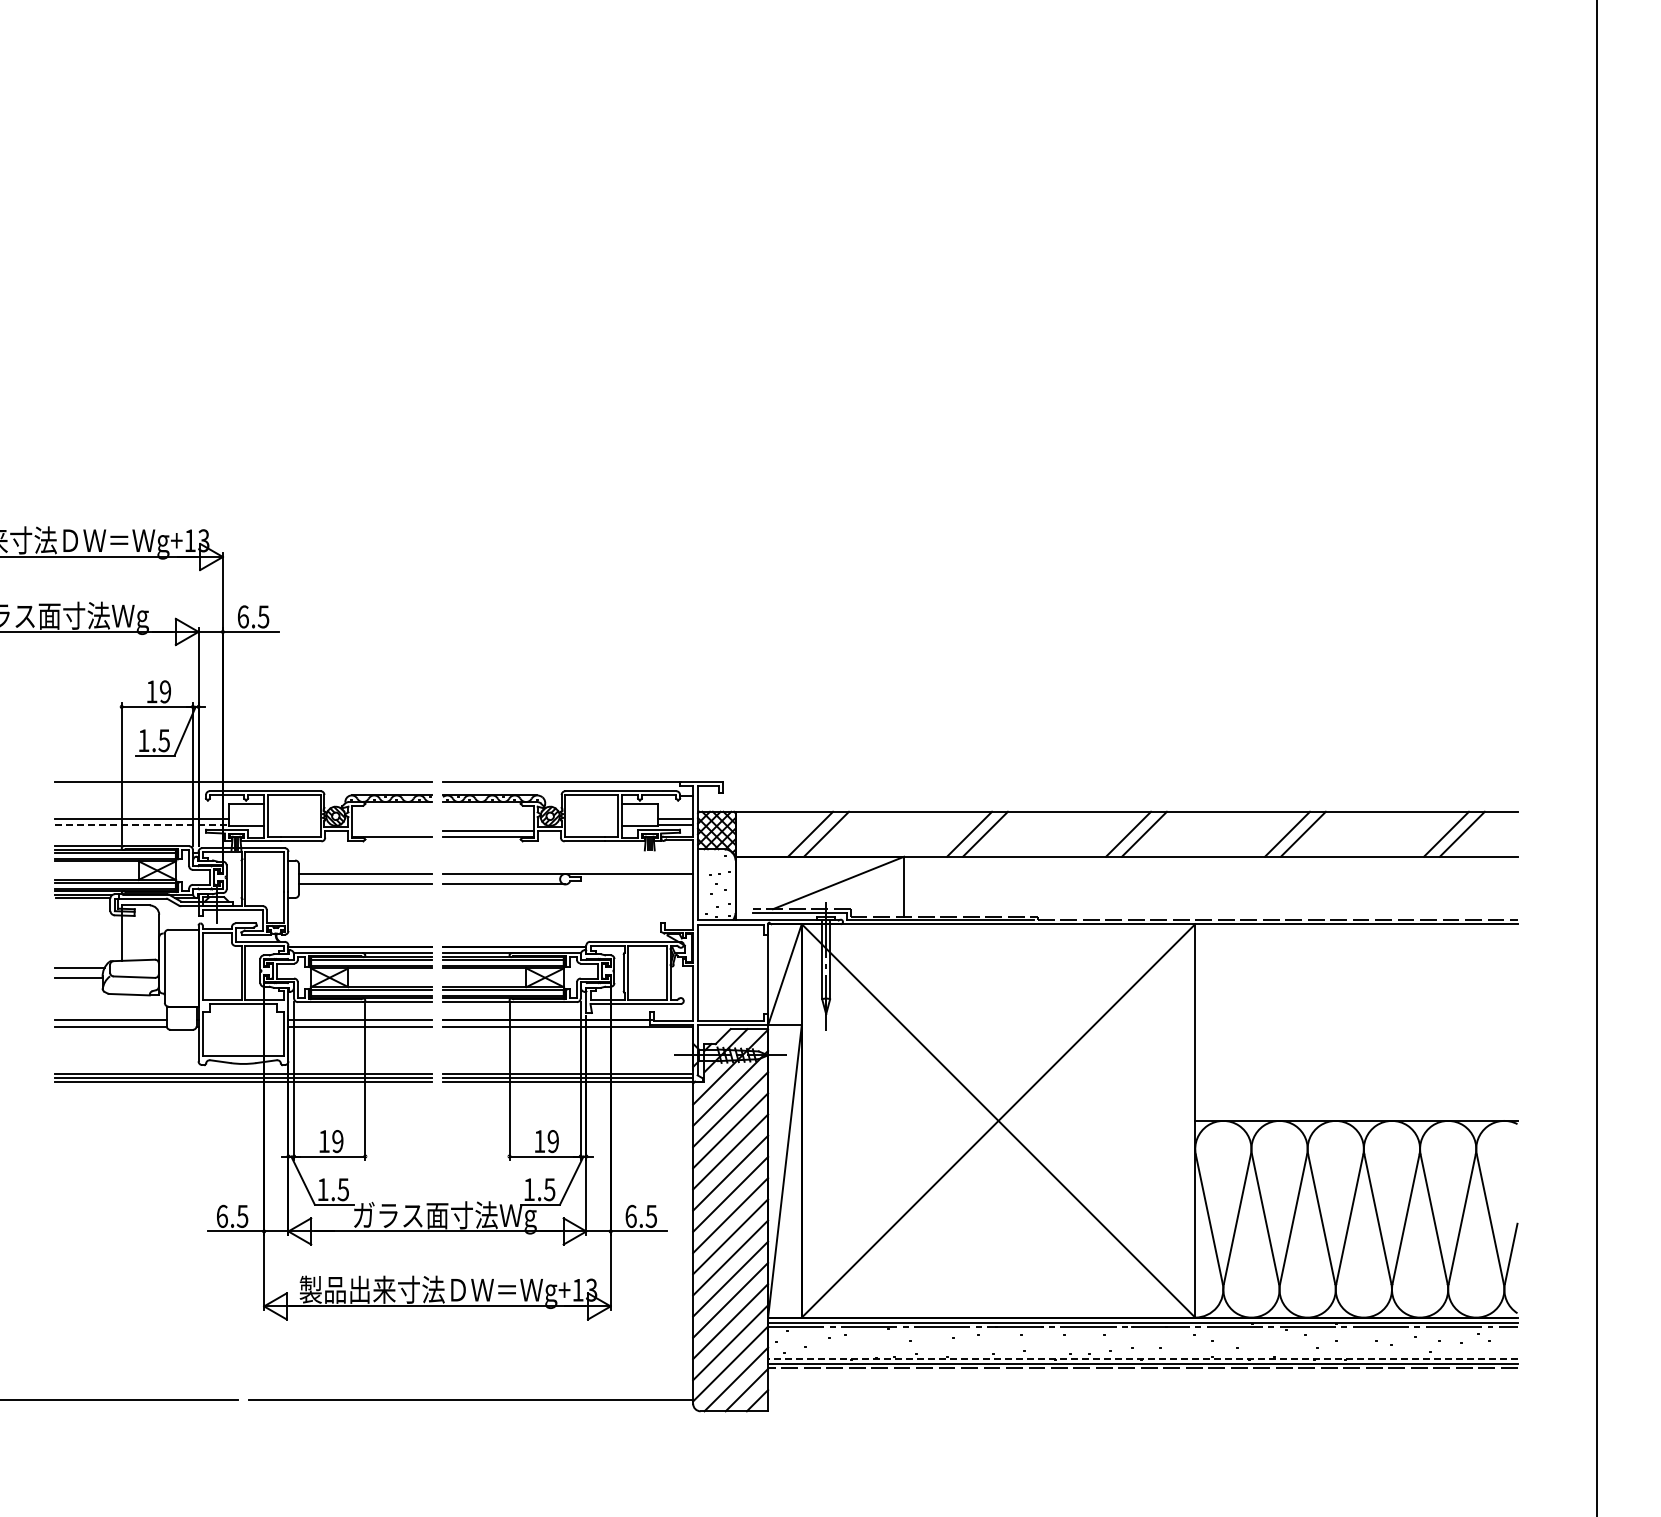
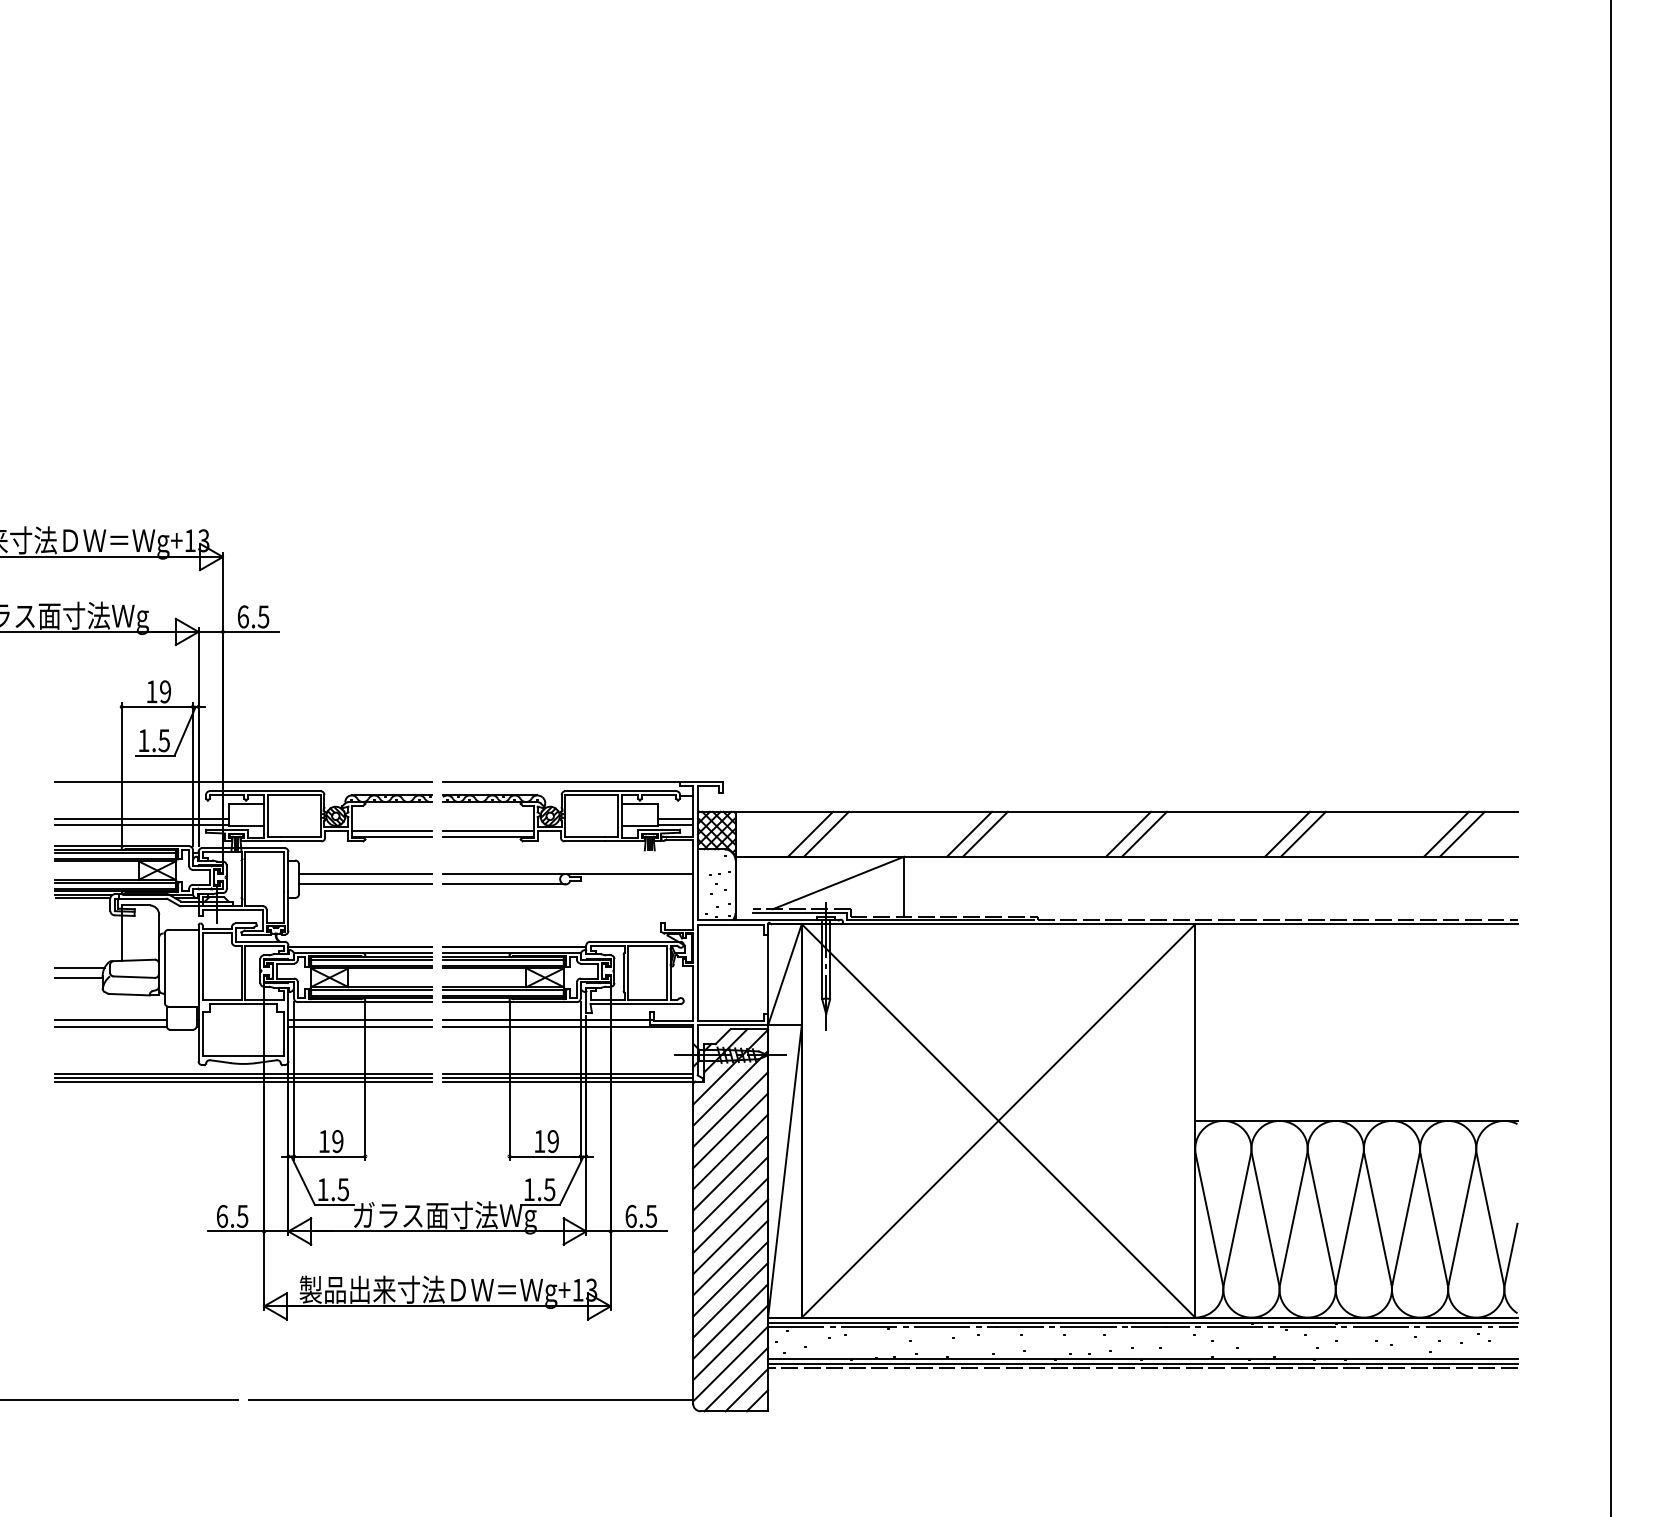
line at (1597, 757) position: (1597, 757) -> (1611, 757)
line at (141, 824): dashed -> solid
line at (391, 830): none -> present
line at (1142, 1358): dashed -> solid
